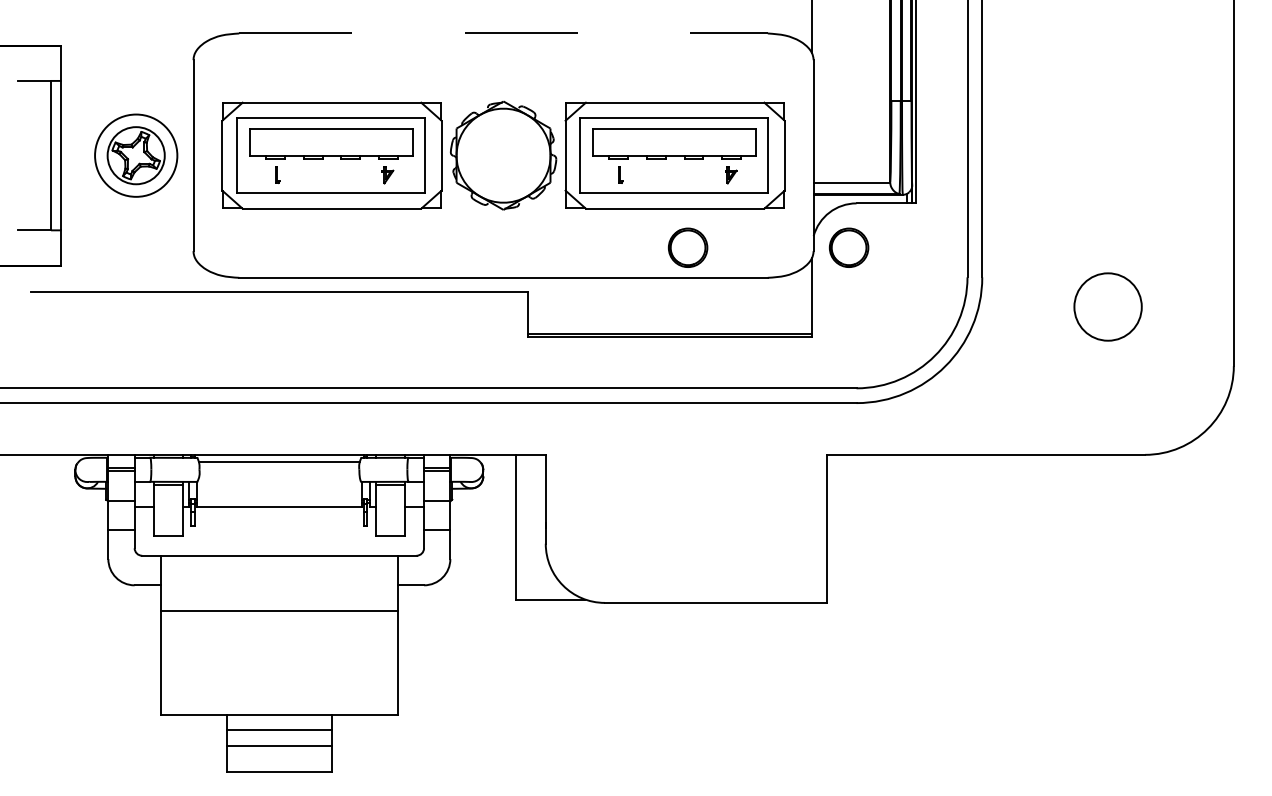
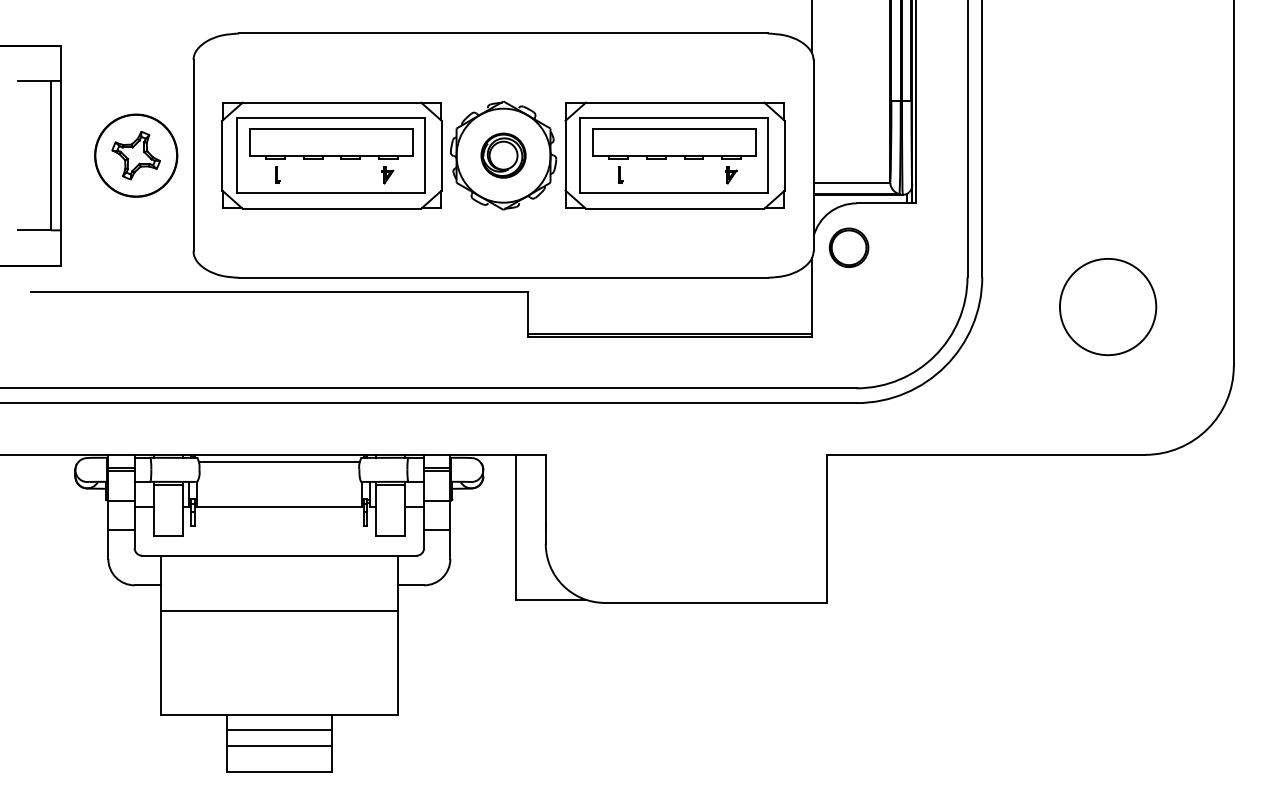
line at (504, 33): dashed -> solid
circle at (135, 155) diameter: 57 px -> 82 px
part at (503, 155): none -> present
part at (687, 247): present -> none
circle at (1107, 306) diameter: 67 px -> 96 px
